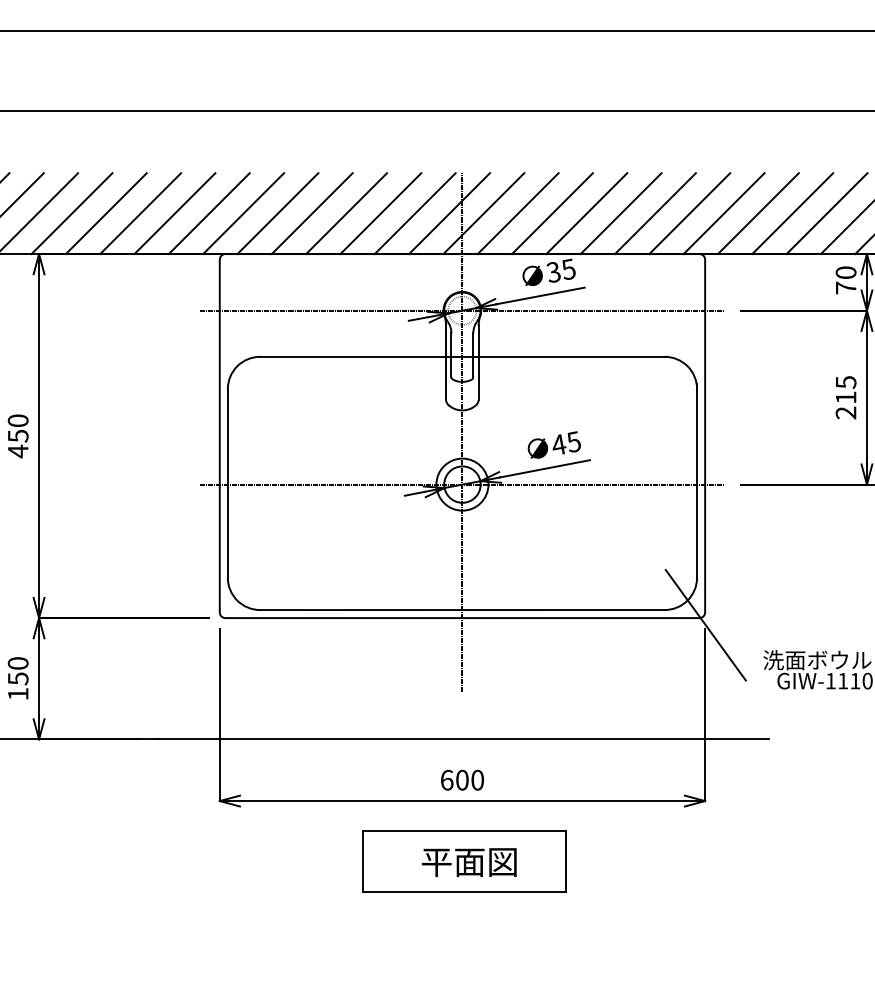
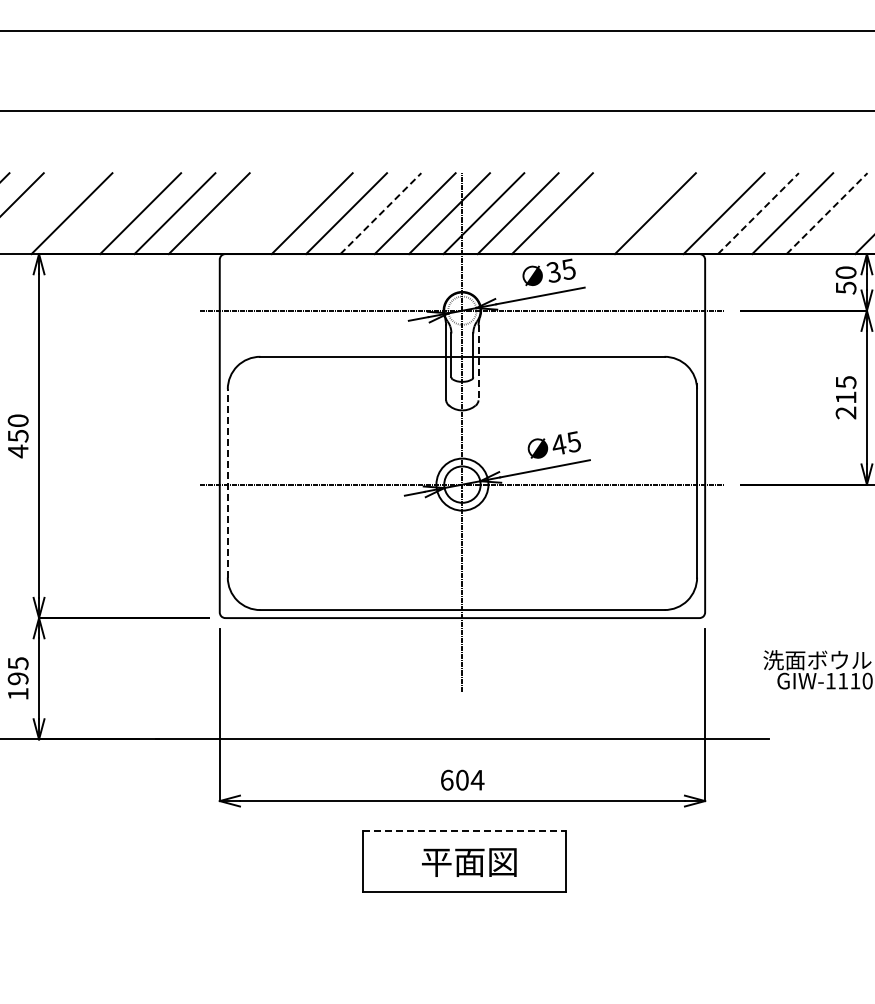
line at (40, 211): present -> none
line at (105, 213): present -> none
line at (243, 213): present -> none
line at (277, 213): present -> none
line at (381, 213): solid -> dashed
line at (586, 213): present -> none
line at (620, 213): present -> none
line at (689, 213): present -> none
line at (758, 213): solid -> dashed
line at (827, 213): solid -> dashed
line at (845, 228): present -> none
text at (846, 287): 70 -> 50
line at (478, 363): solid -> dashed
line at (227, 482): solid -> dashed
line at (705, 624): present -> none
text at (17, 671): 150 -> 195
text at (477, 779): 600 -> 604
line at (465, 831): solid -> dashed
